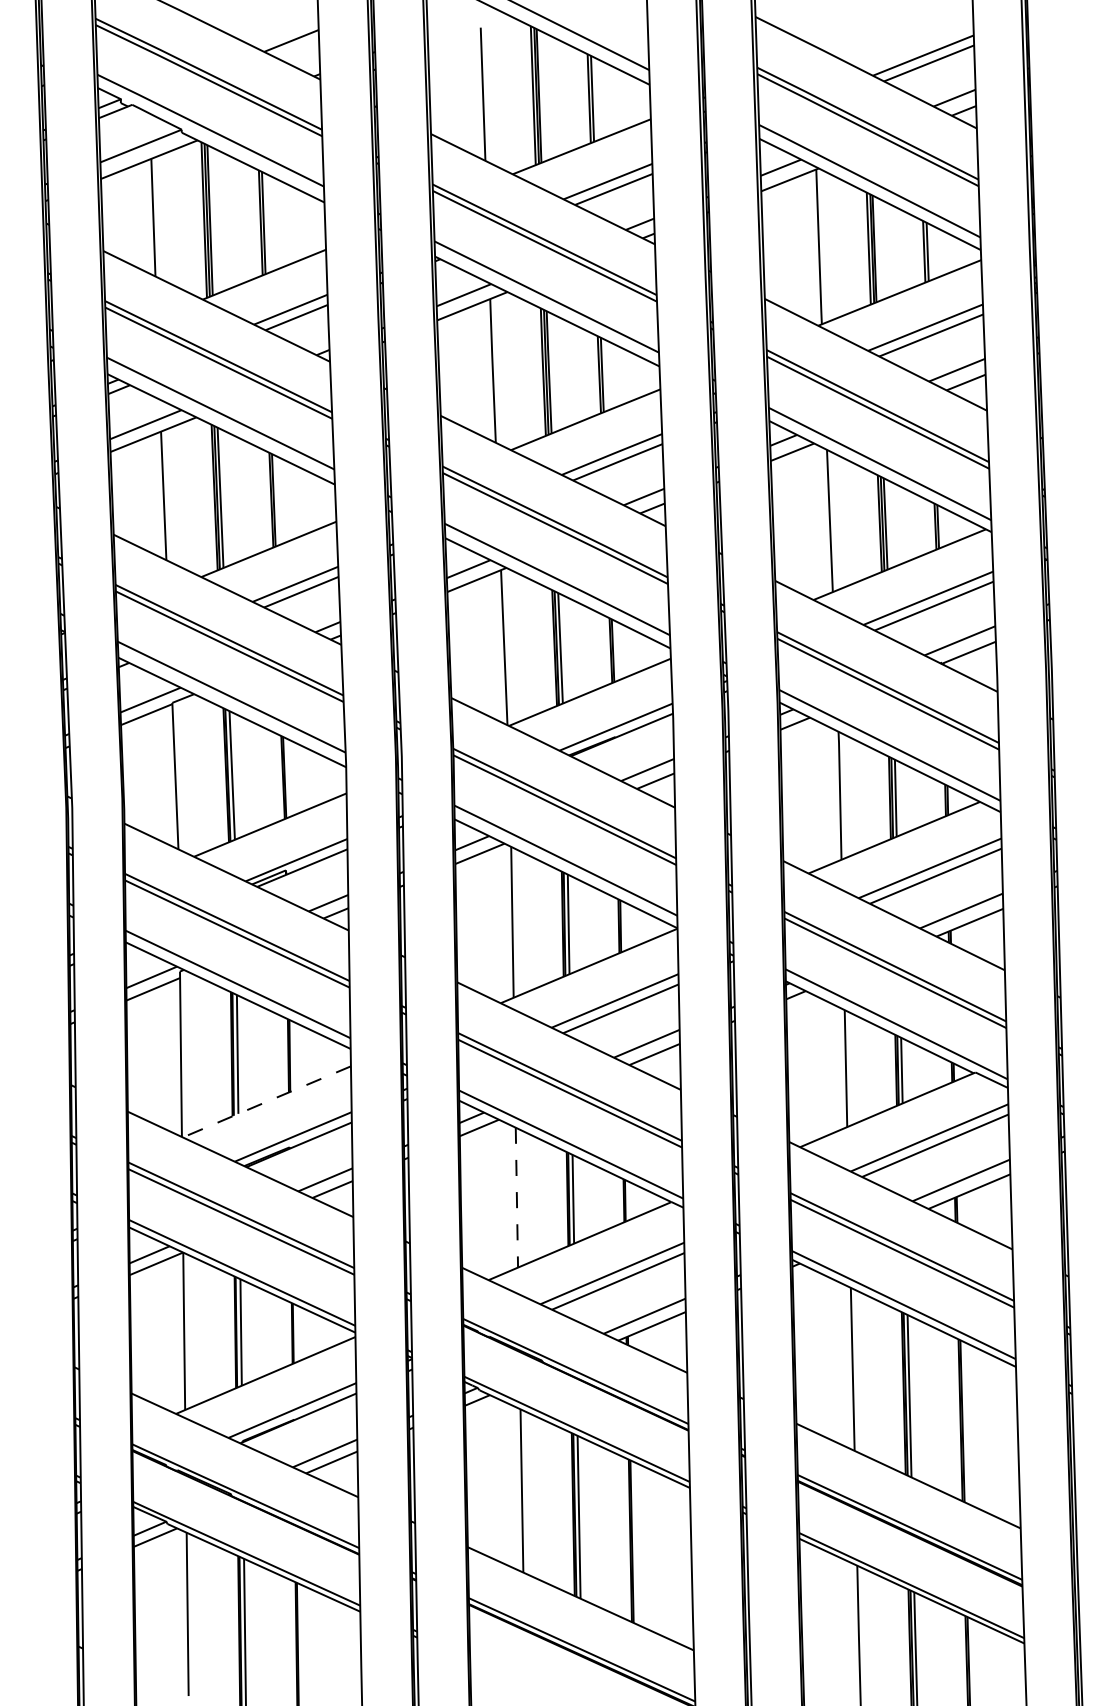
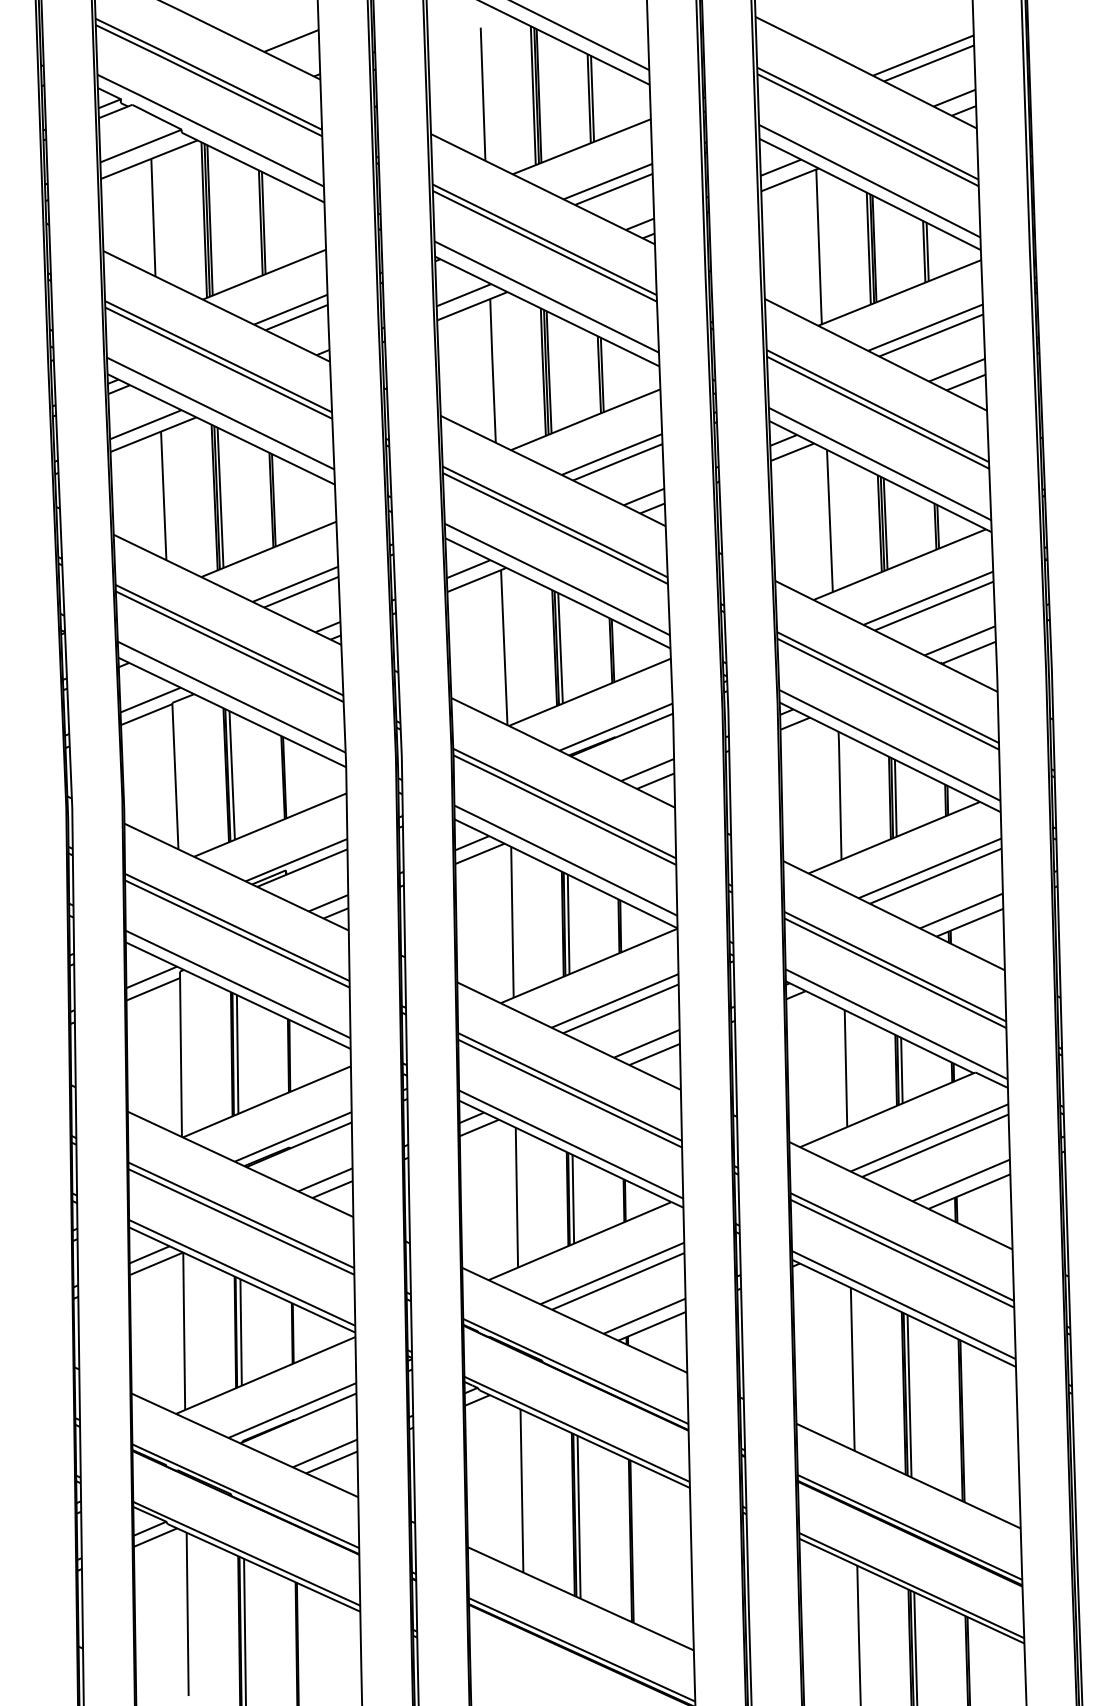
line at (266, 1101): dashed -> solid
line at (516, 1198): dashed -> solid
